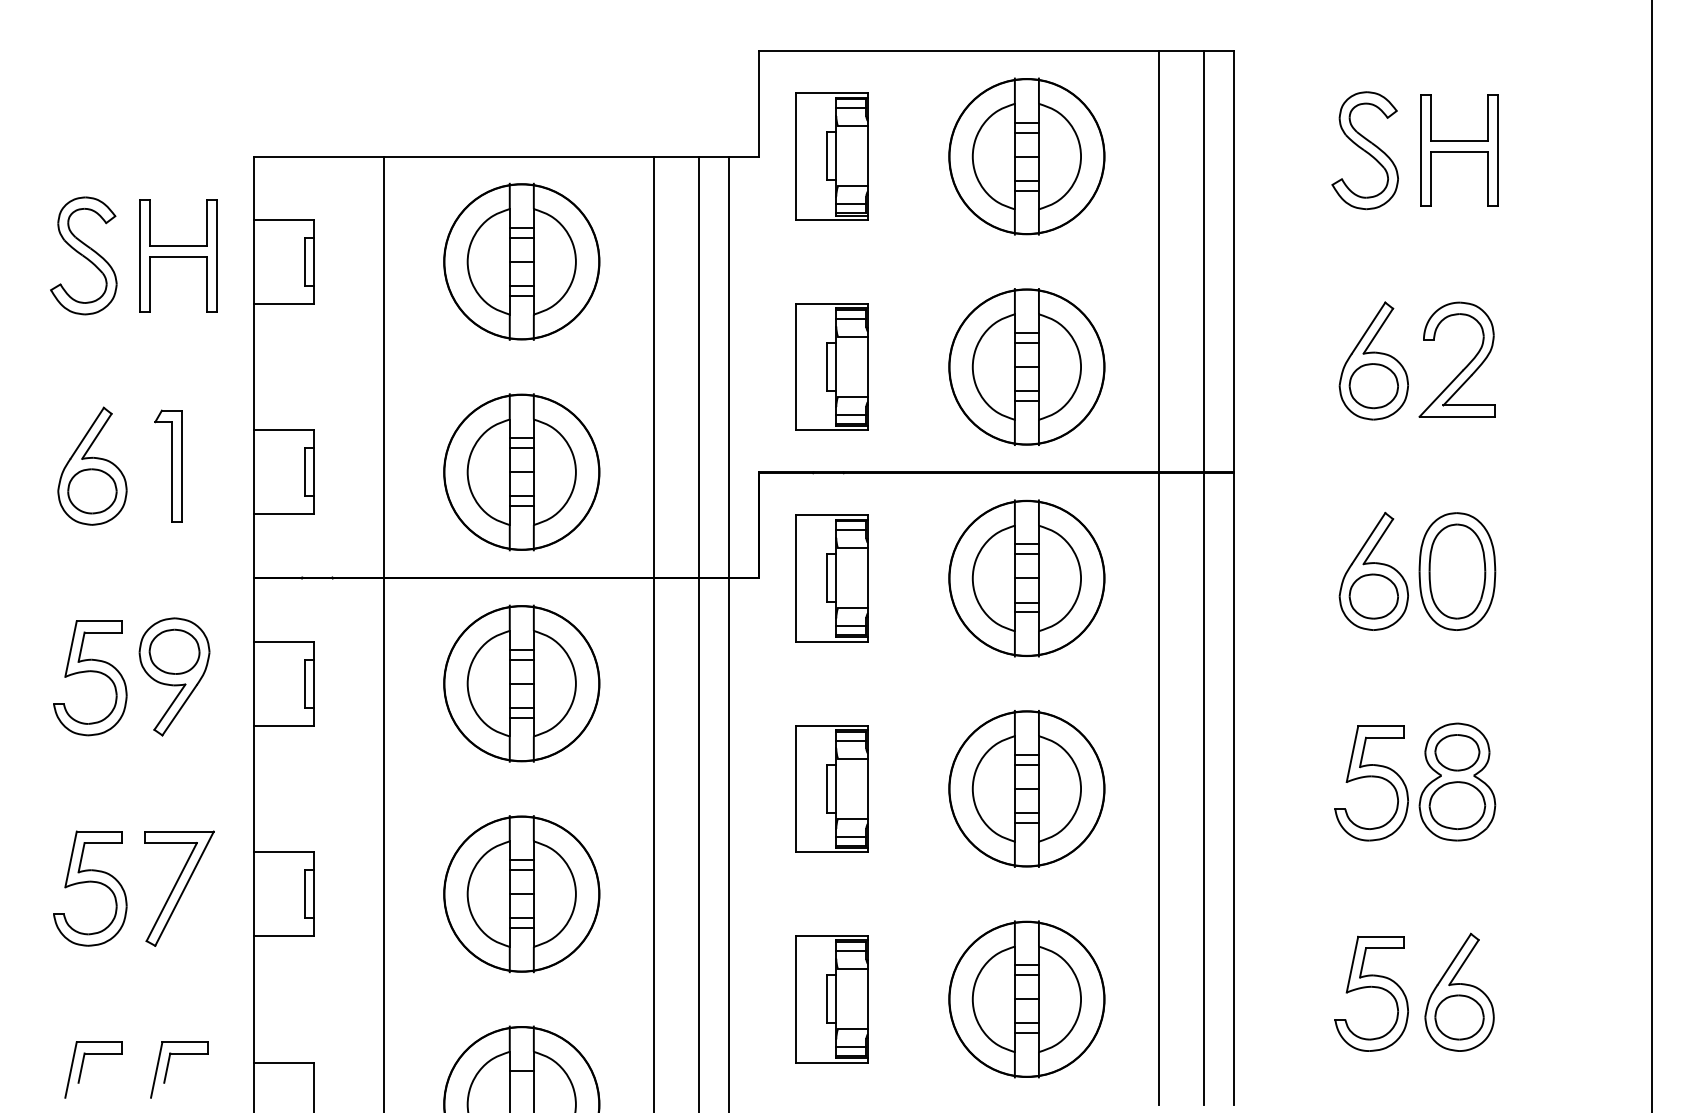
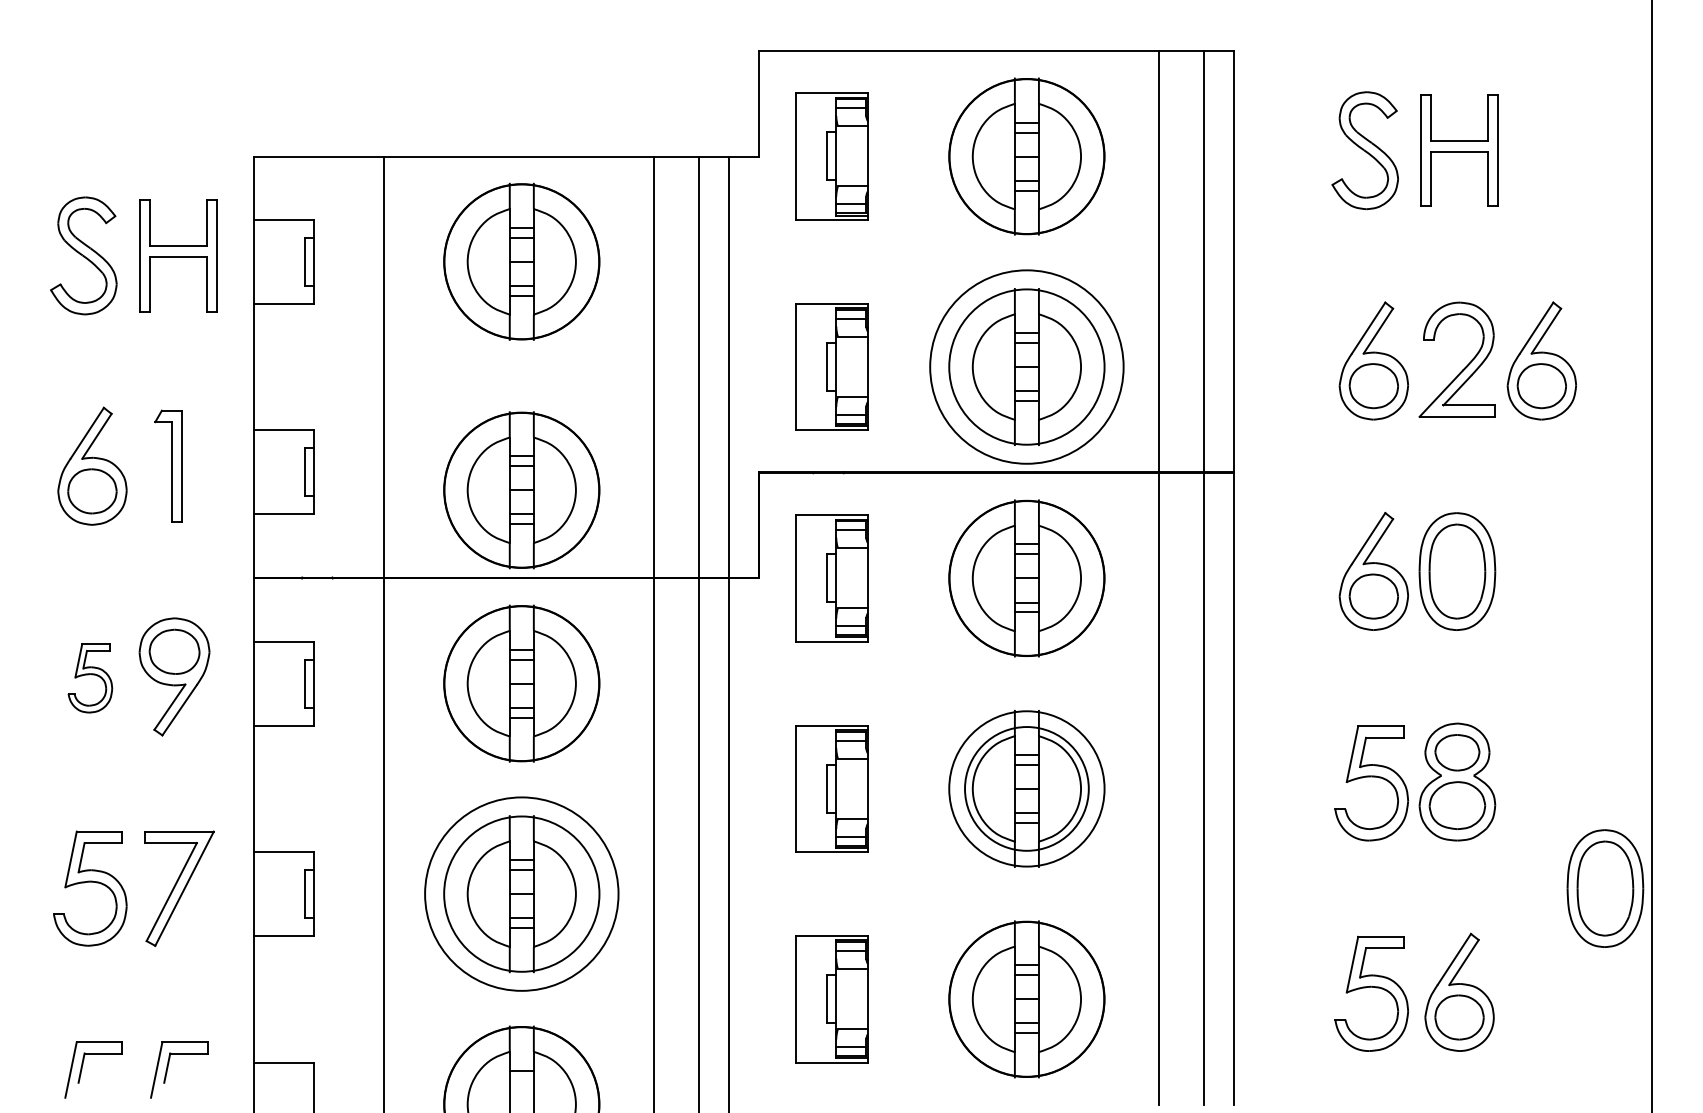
part at (1541, 360): none -> present
circle at (1026, 366) diameter: 155 px -> 193 px
part at (521, 472) position: (521, 472) -> (521, 490)
part at (90, 678) size: 75x117 px -> 47x71 px
circle at (1026, 788) diameter: 155 px -> 124 px
part at (1605, 888): none -> present
circle at (521, 893) diameter: 155 px -> 193 px
